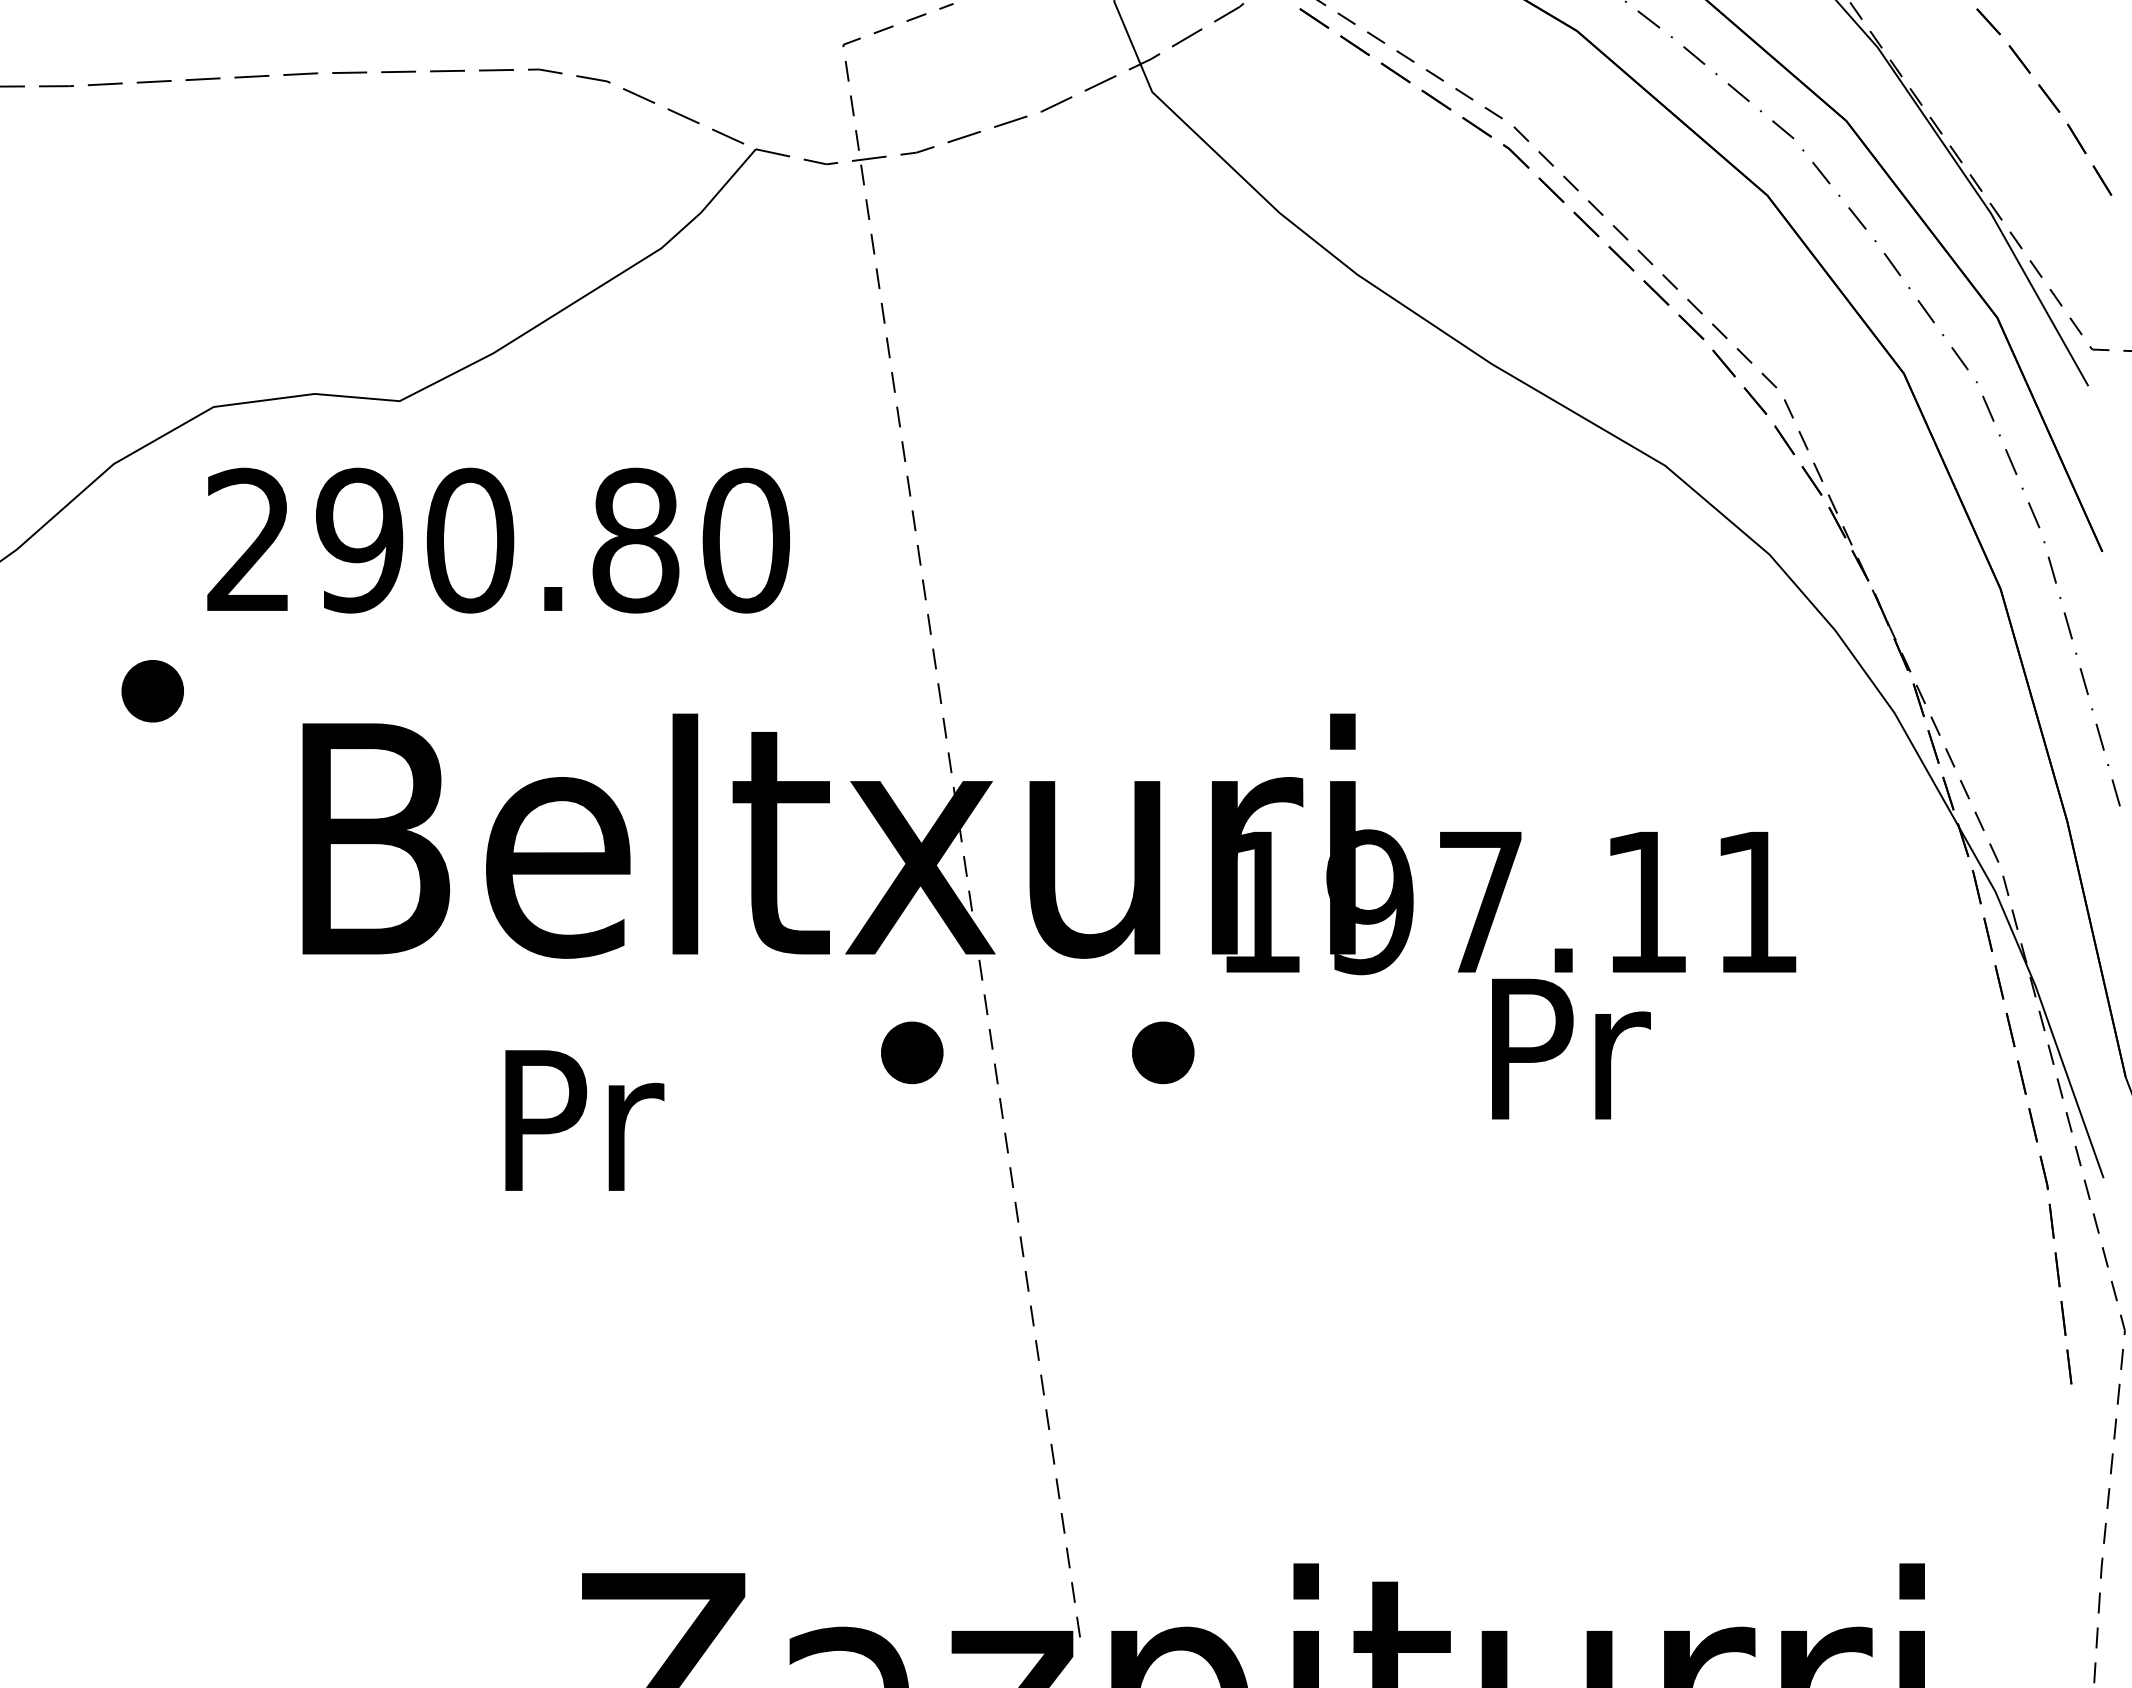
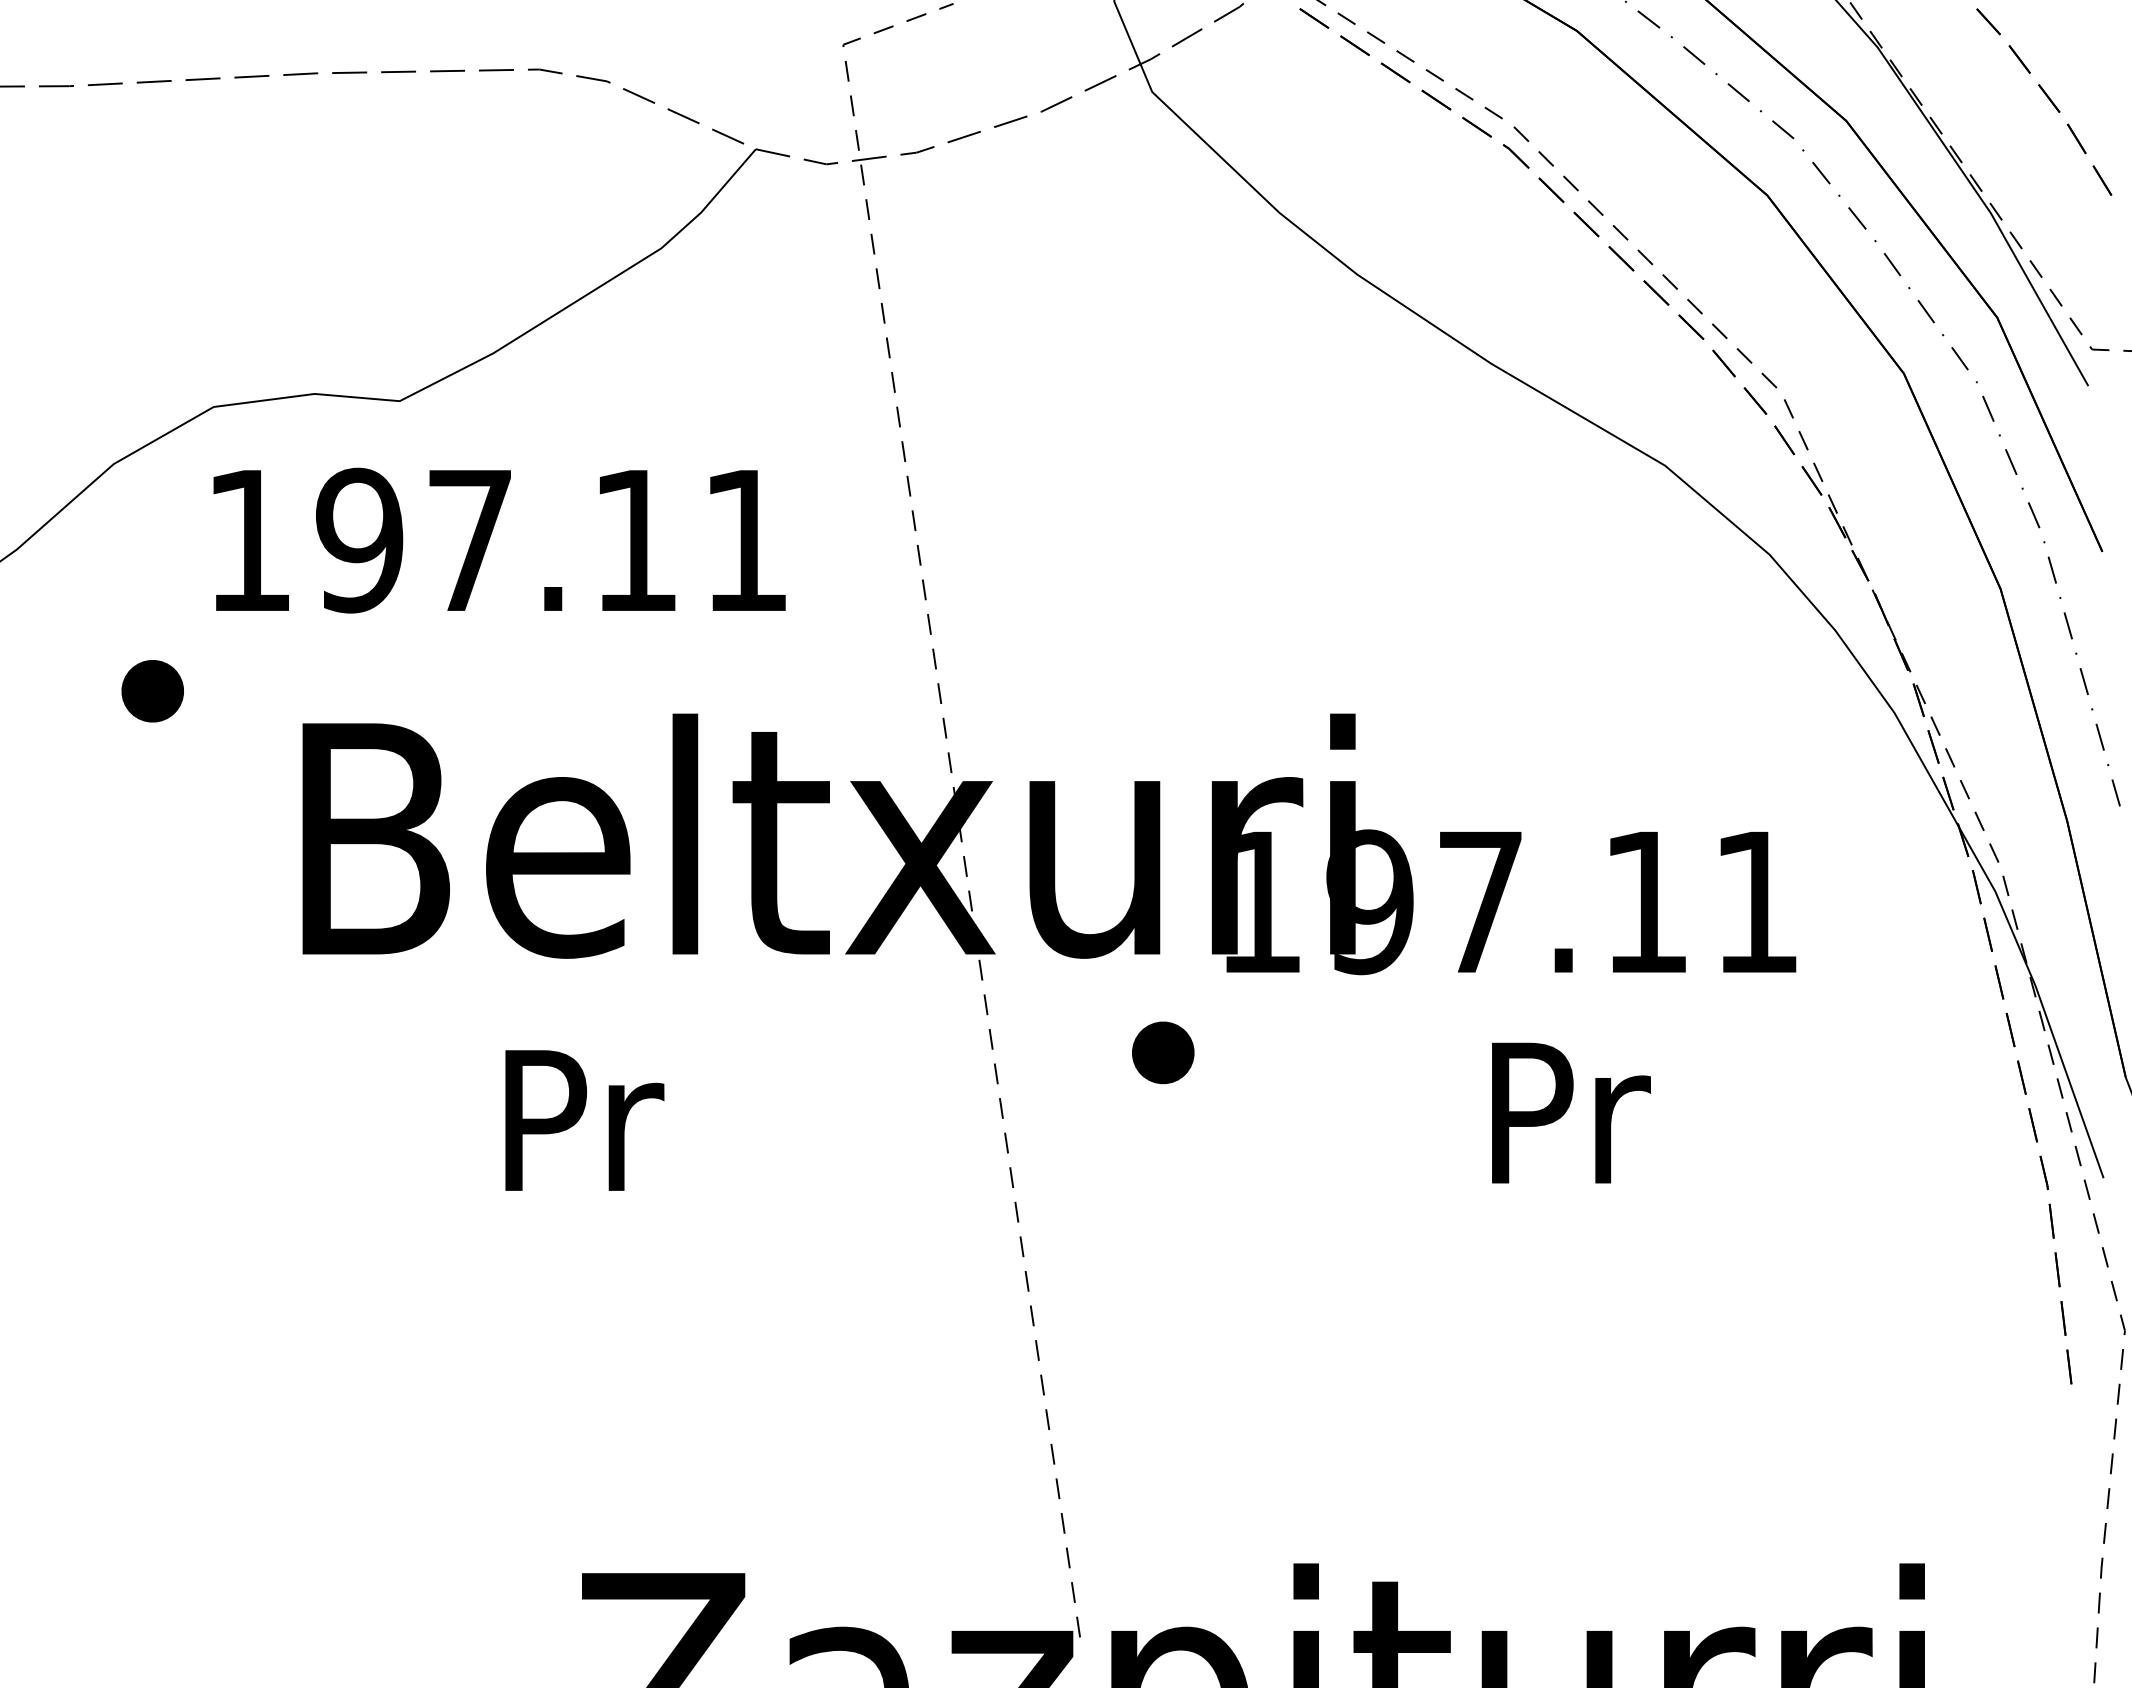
text at (498, 540): 290.80 -> 197.11
text at (1571, 1048) position: (1571, 1048) -> (1571, 1112)
part at (912, 1052): present -> none
